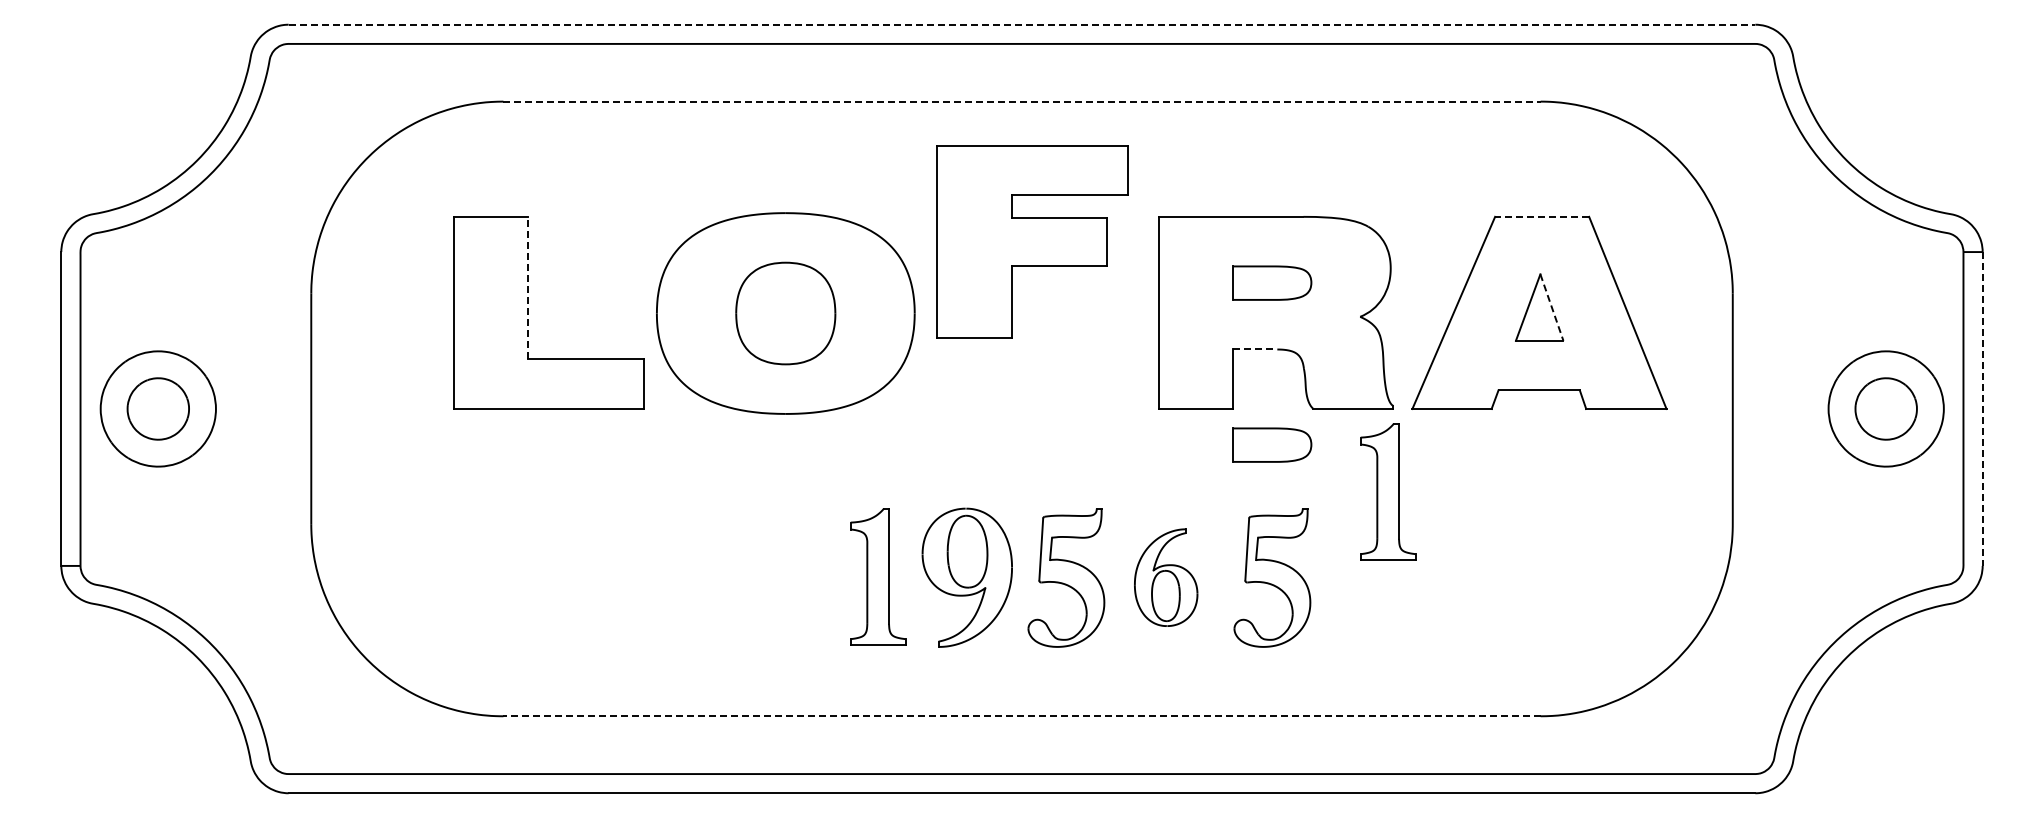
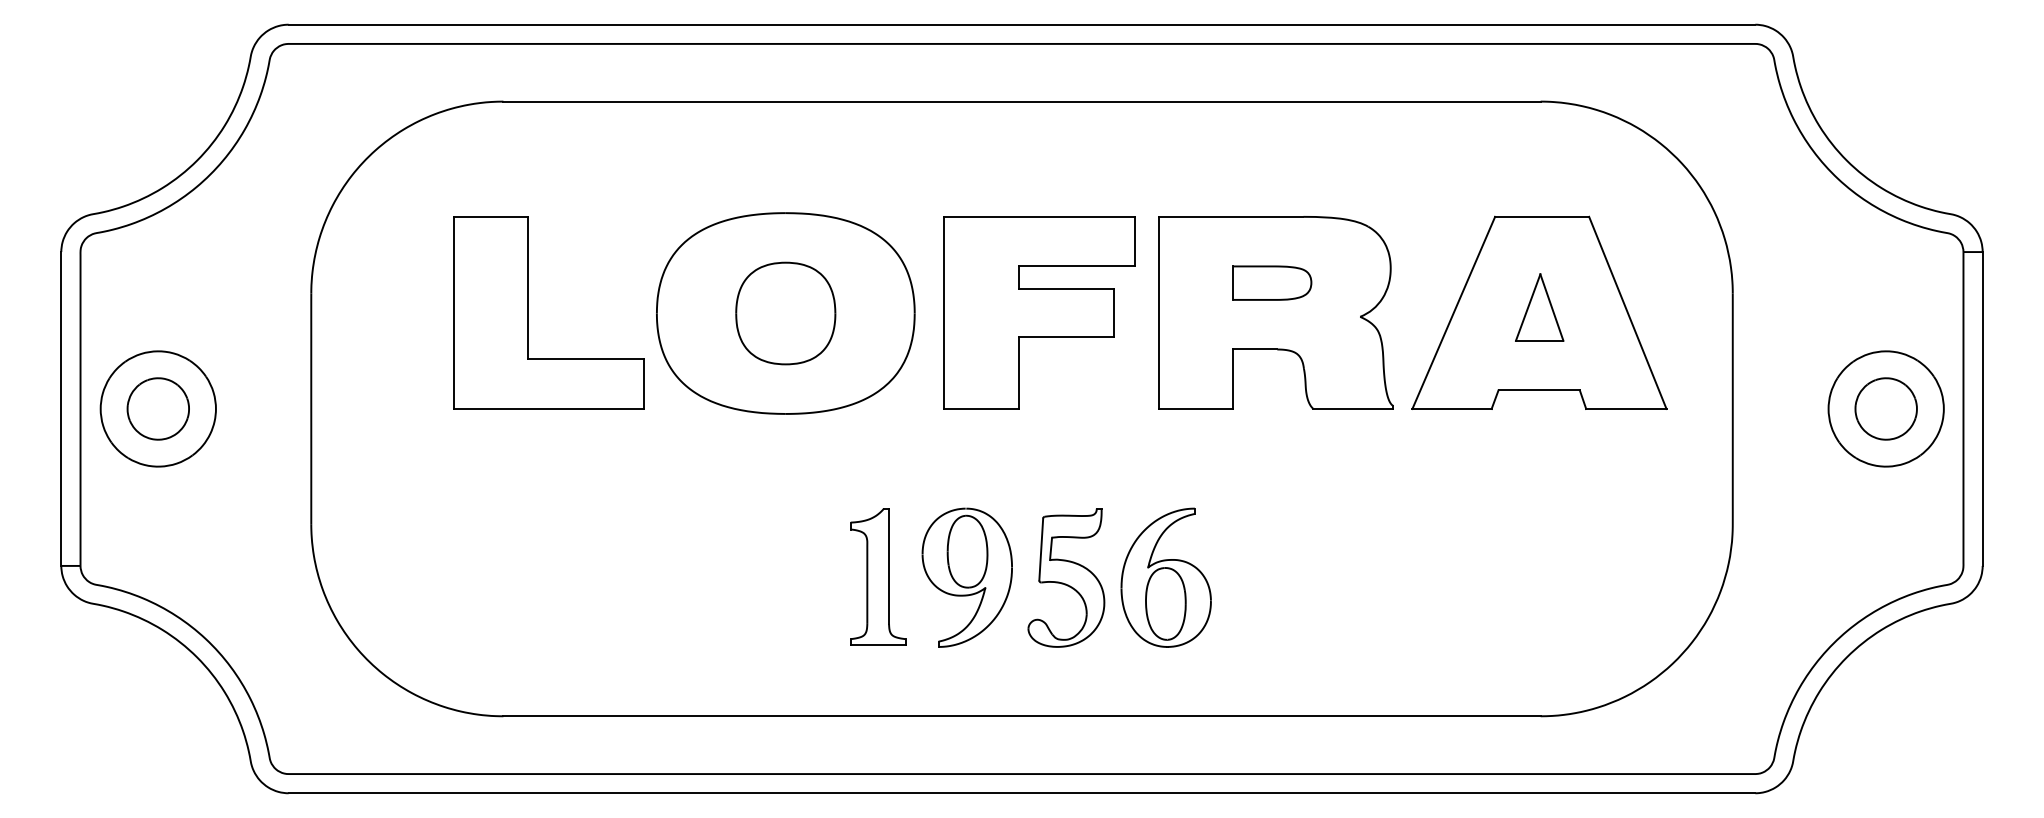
line at (1022, 24): dashed -> solid
line at (1022, 101): dashed -> solid
line at (1541, 216): dashed -> solid
part at (1032, 241) position: (1032, 241) -> (1039, 312)
line at (527, 287): dashed -> solid
line at (1552, 308): dashed -> solid
line at (1255, 349): dashed -> solid
line at (1982, 409): dashed -> solid
part at (1272, 444): present -> none
part at (1388, 491): present -> none
part at (1166, 577) size: 65x99 px -> 92x141 px
part at (1272, 577): present -> none
line at (1022, 716): dashed -> solid
